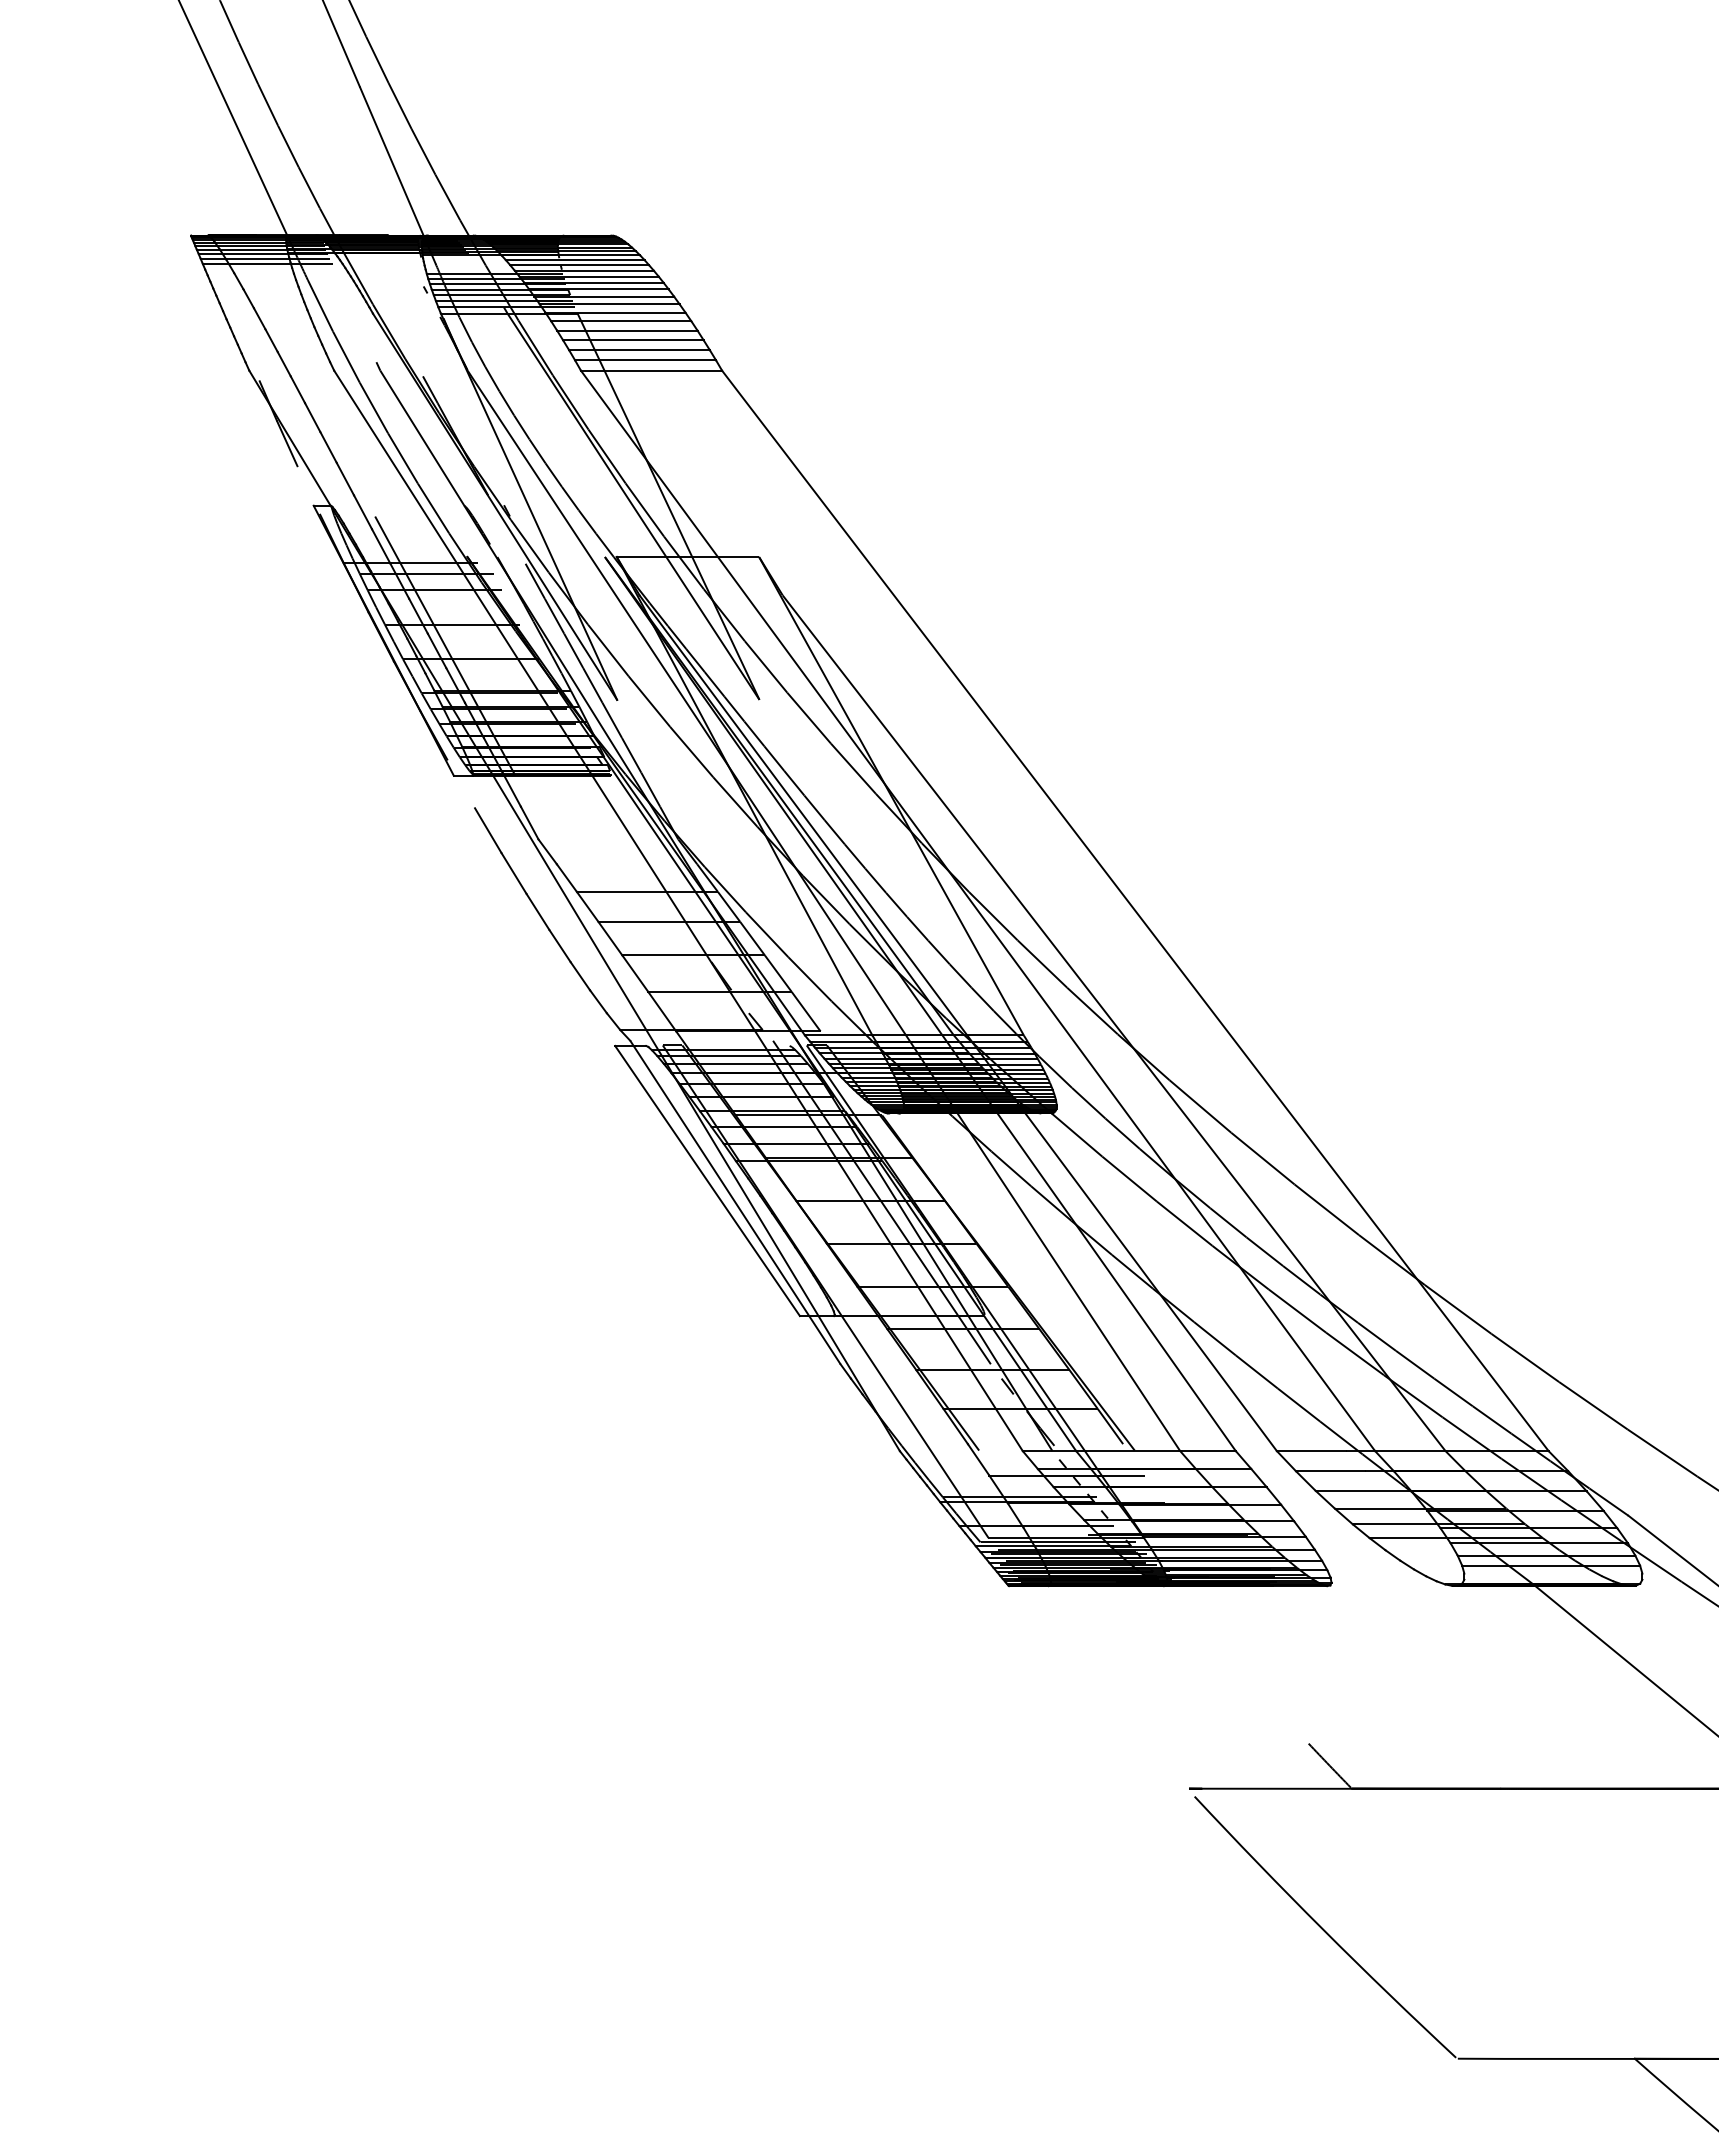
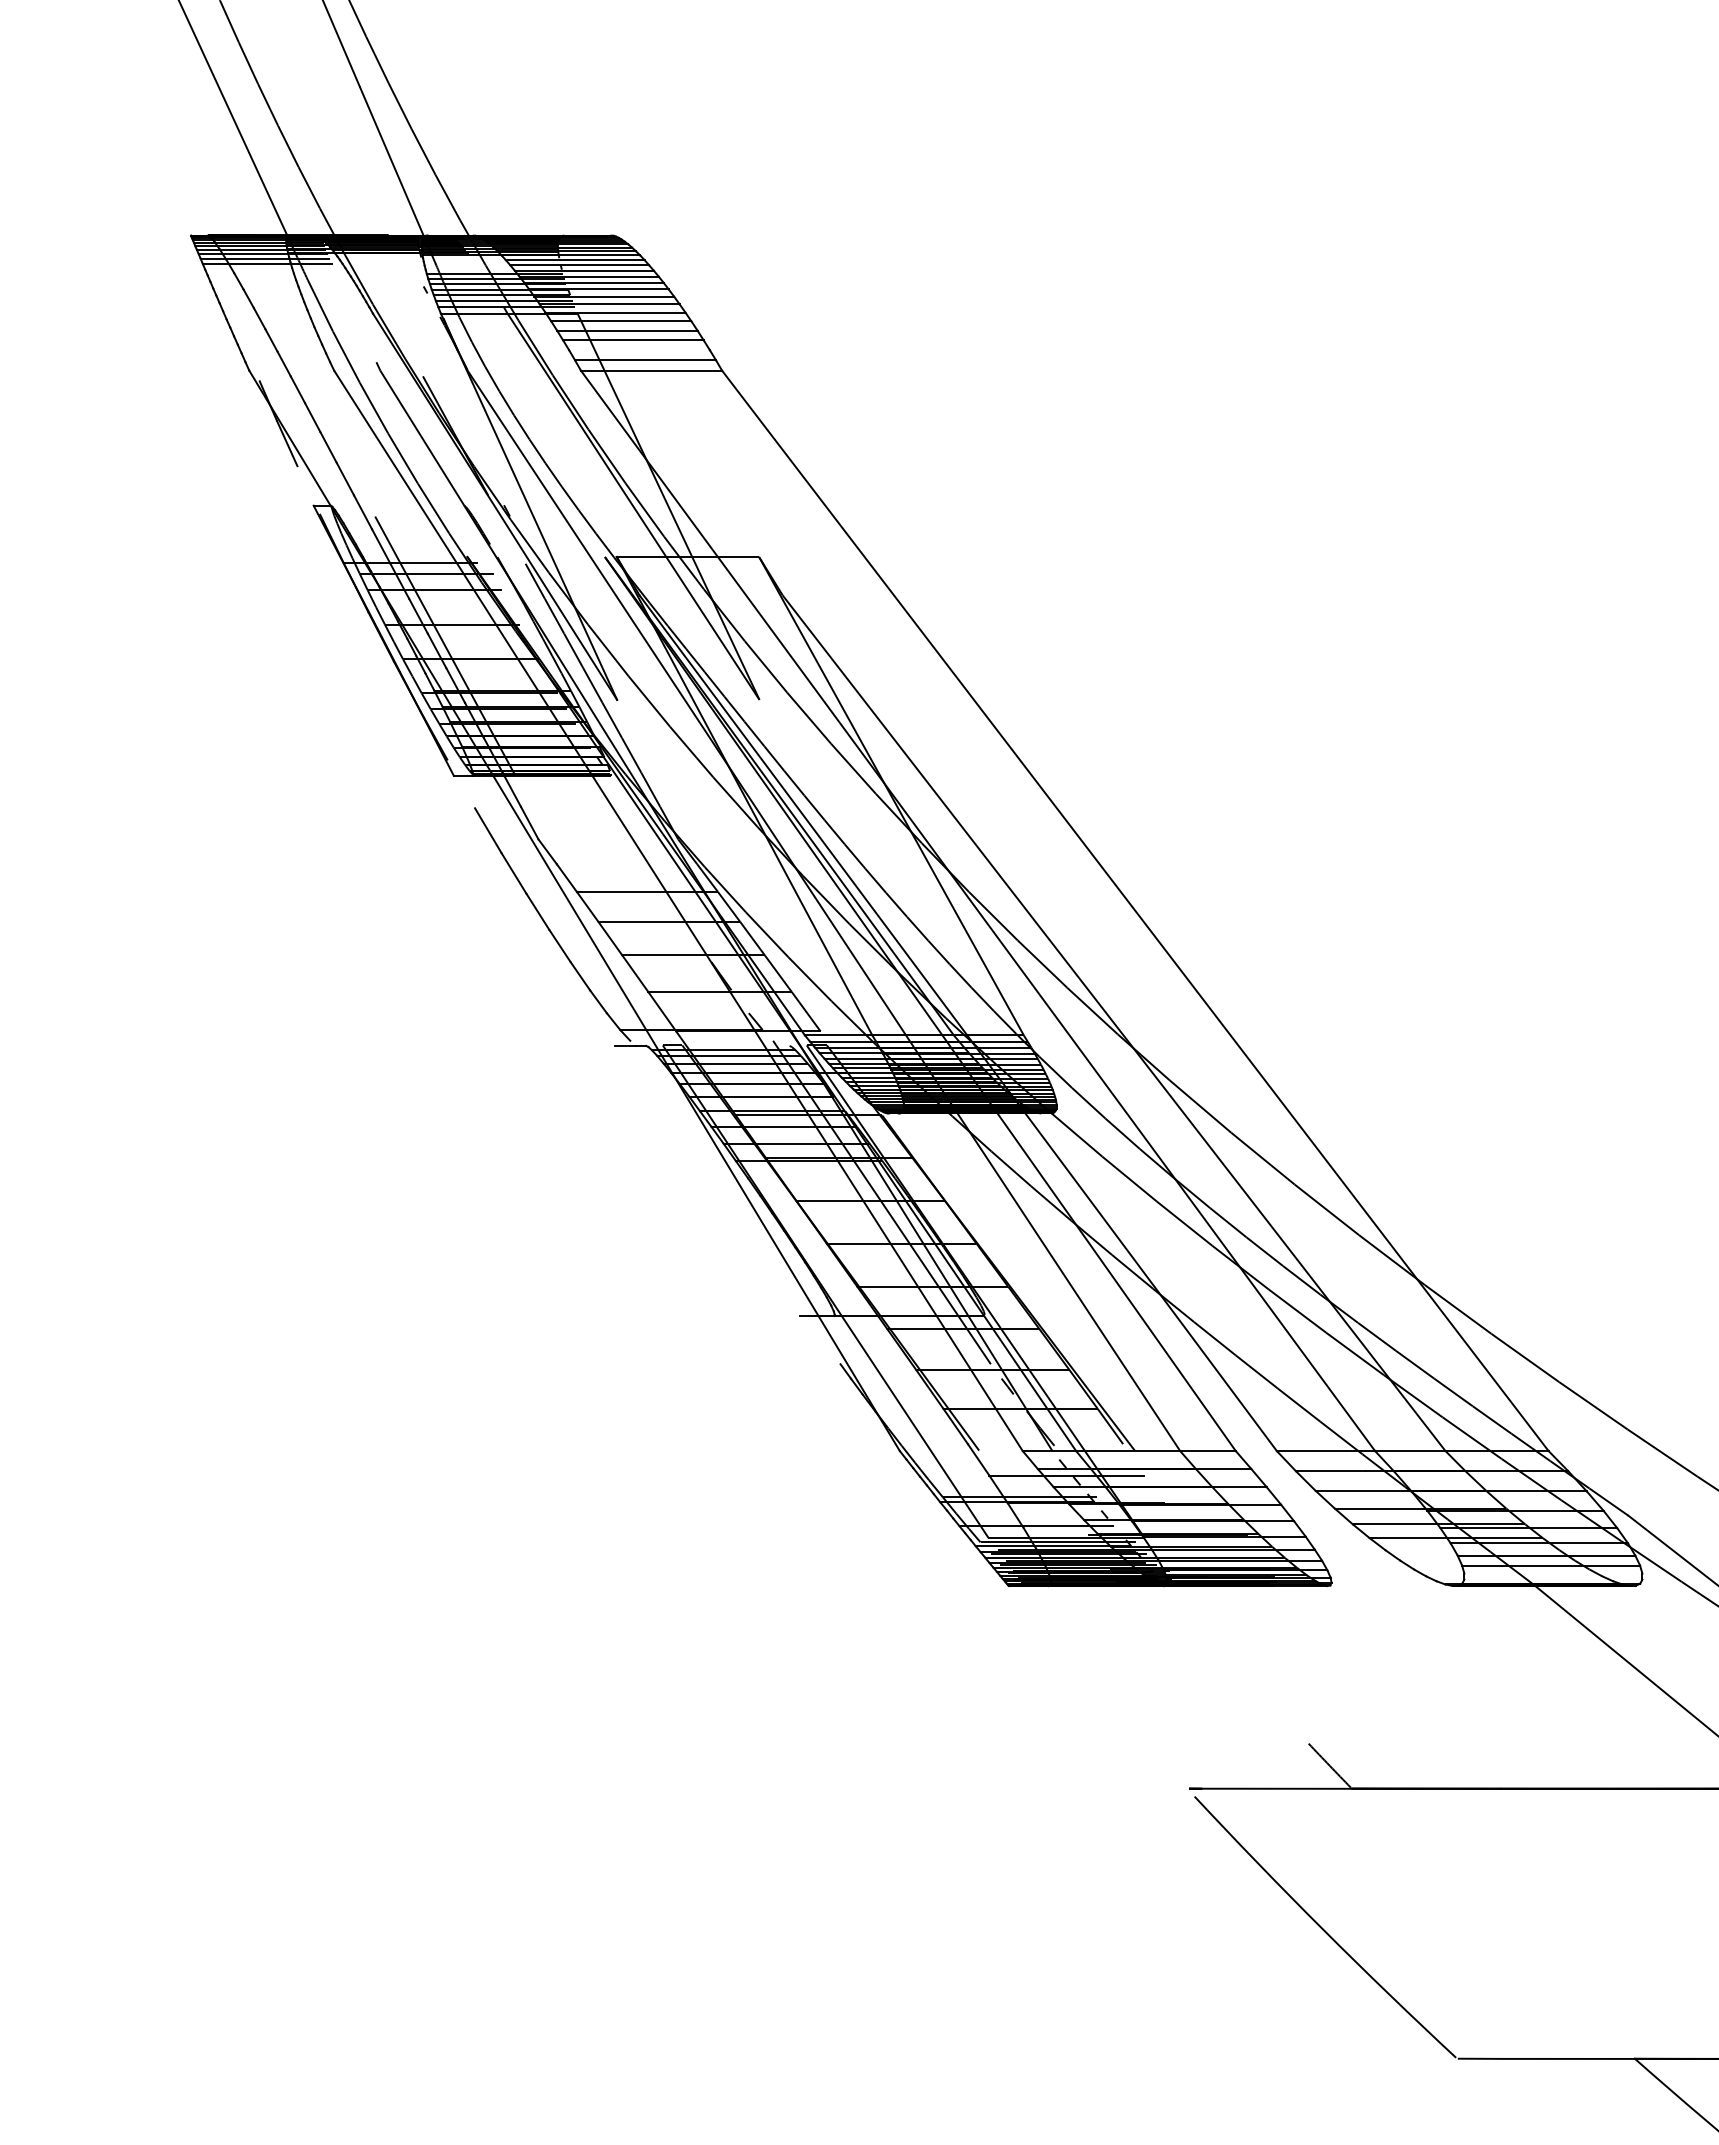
line at (639, 350): present -> none
line at (707, 1180): present -> none
line at (735, 1202): present -> none
